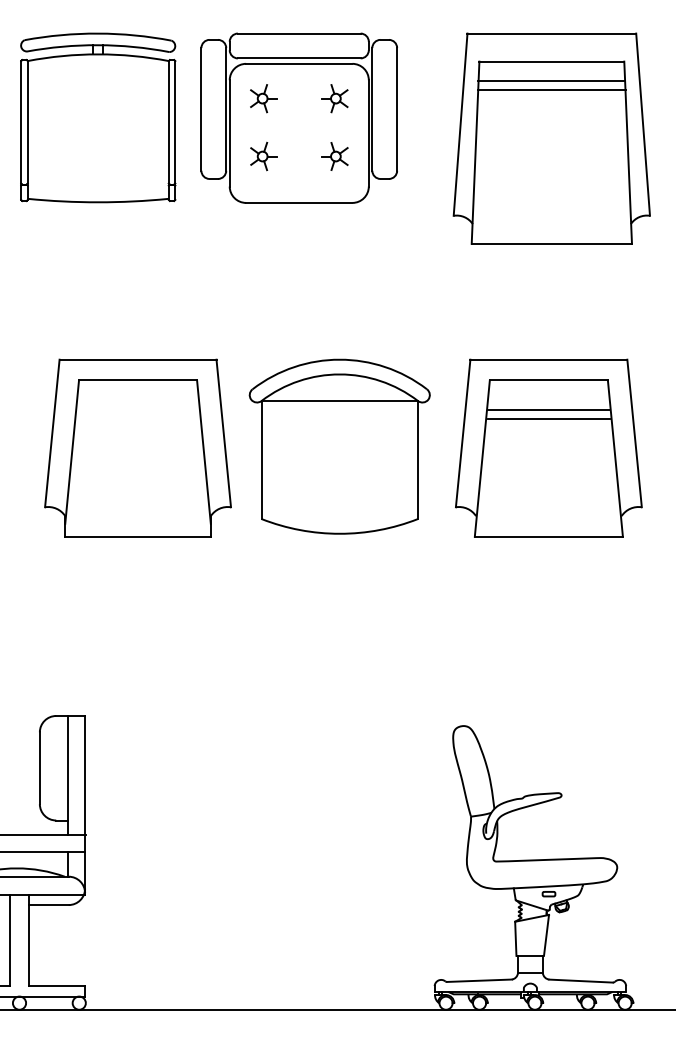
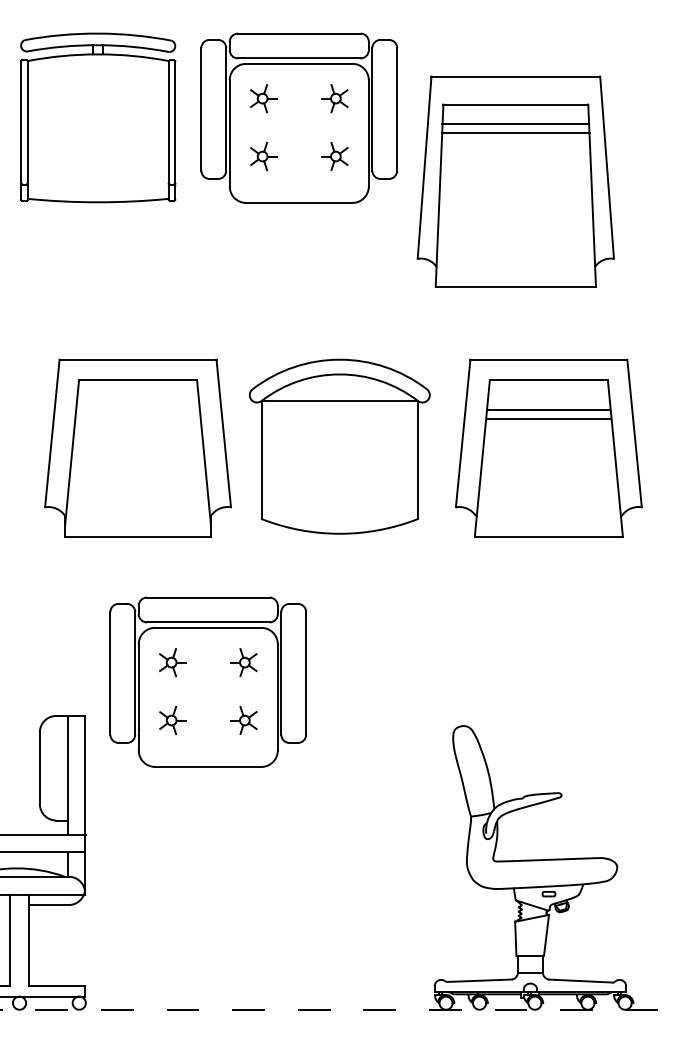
part at (551, 138) position: (551, 138) -> (515, 181)
part at (207, 681): none -> present
line at (338, 1009): solid -> dashed
